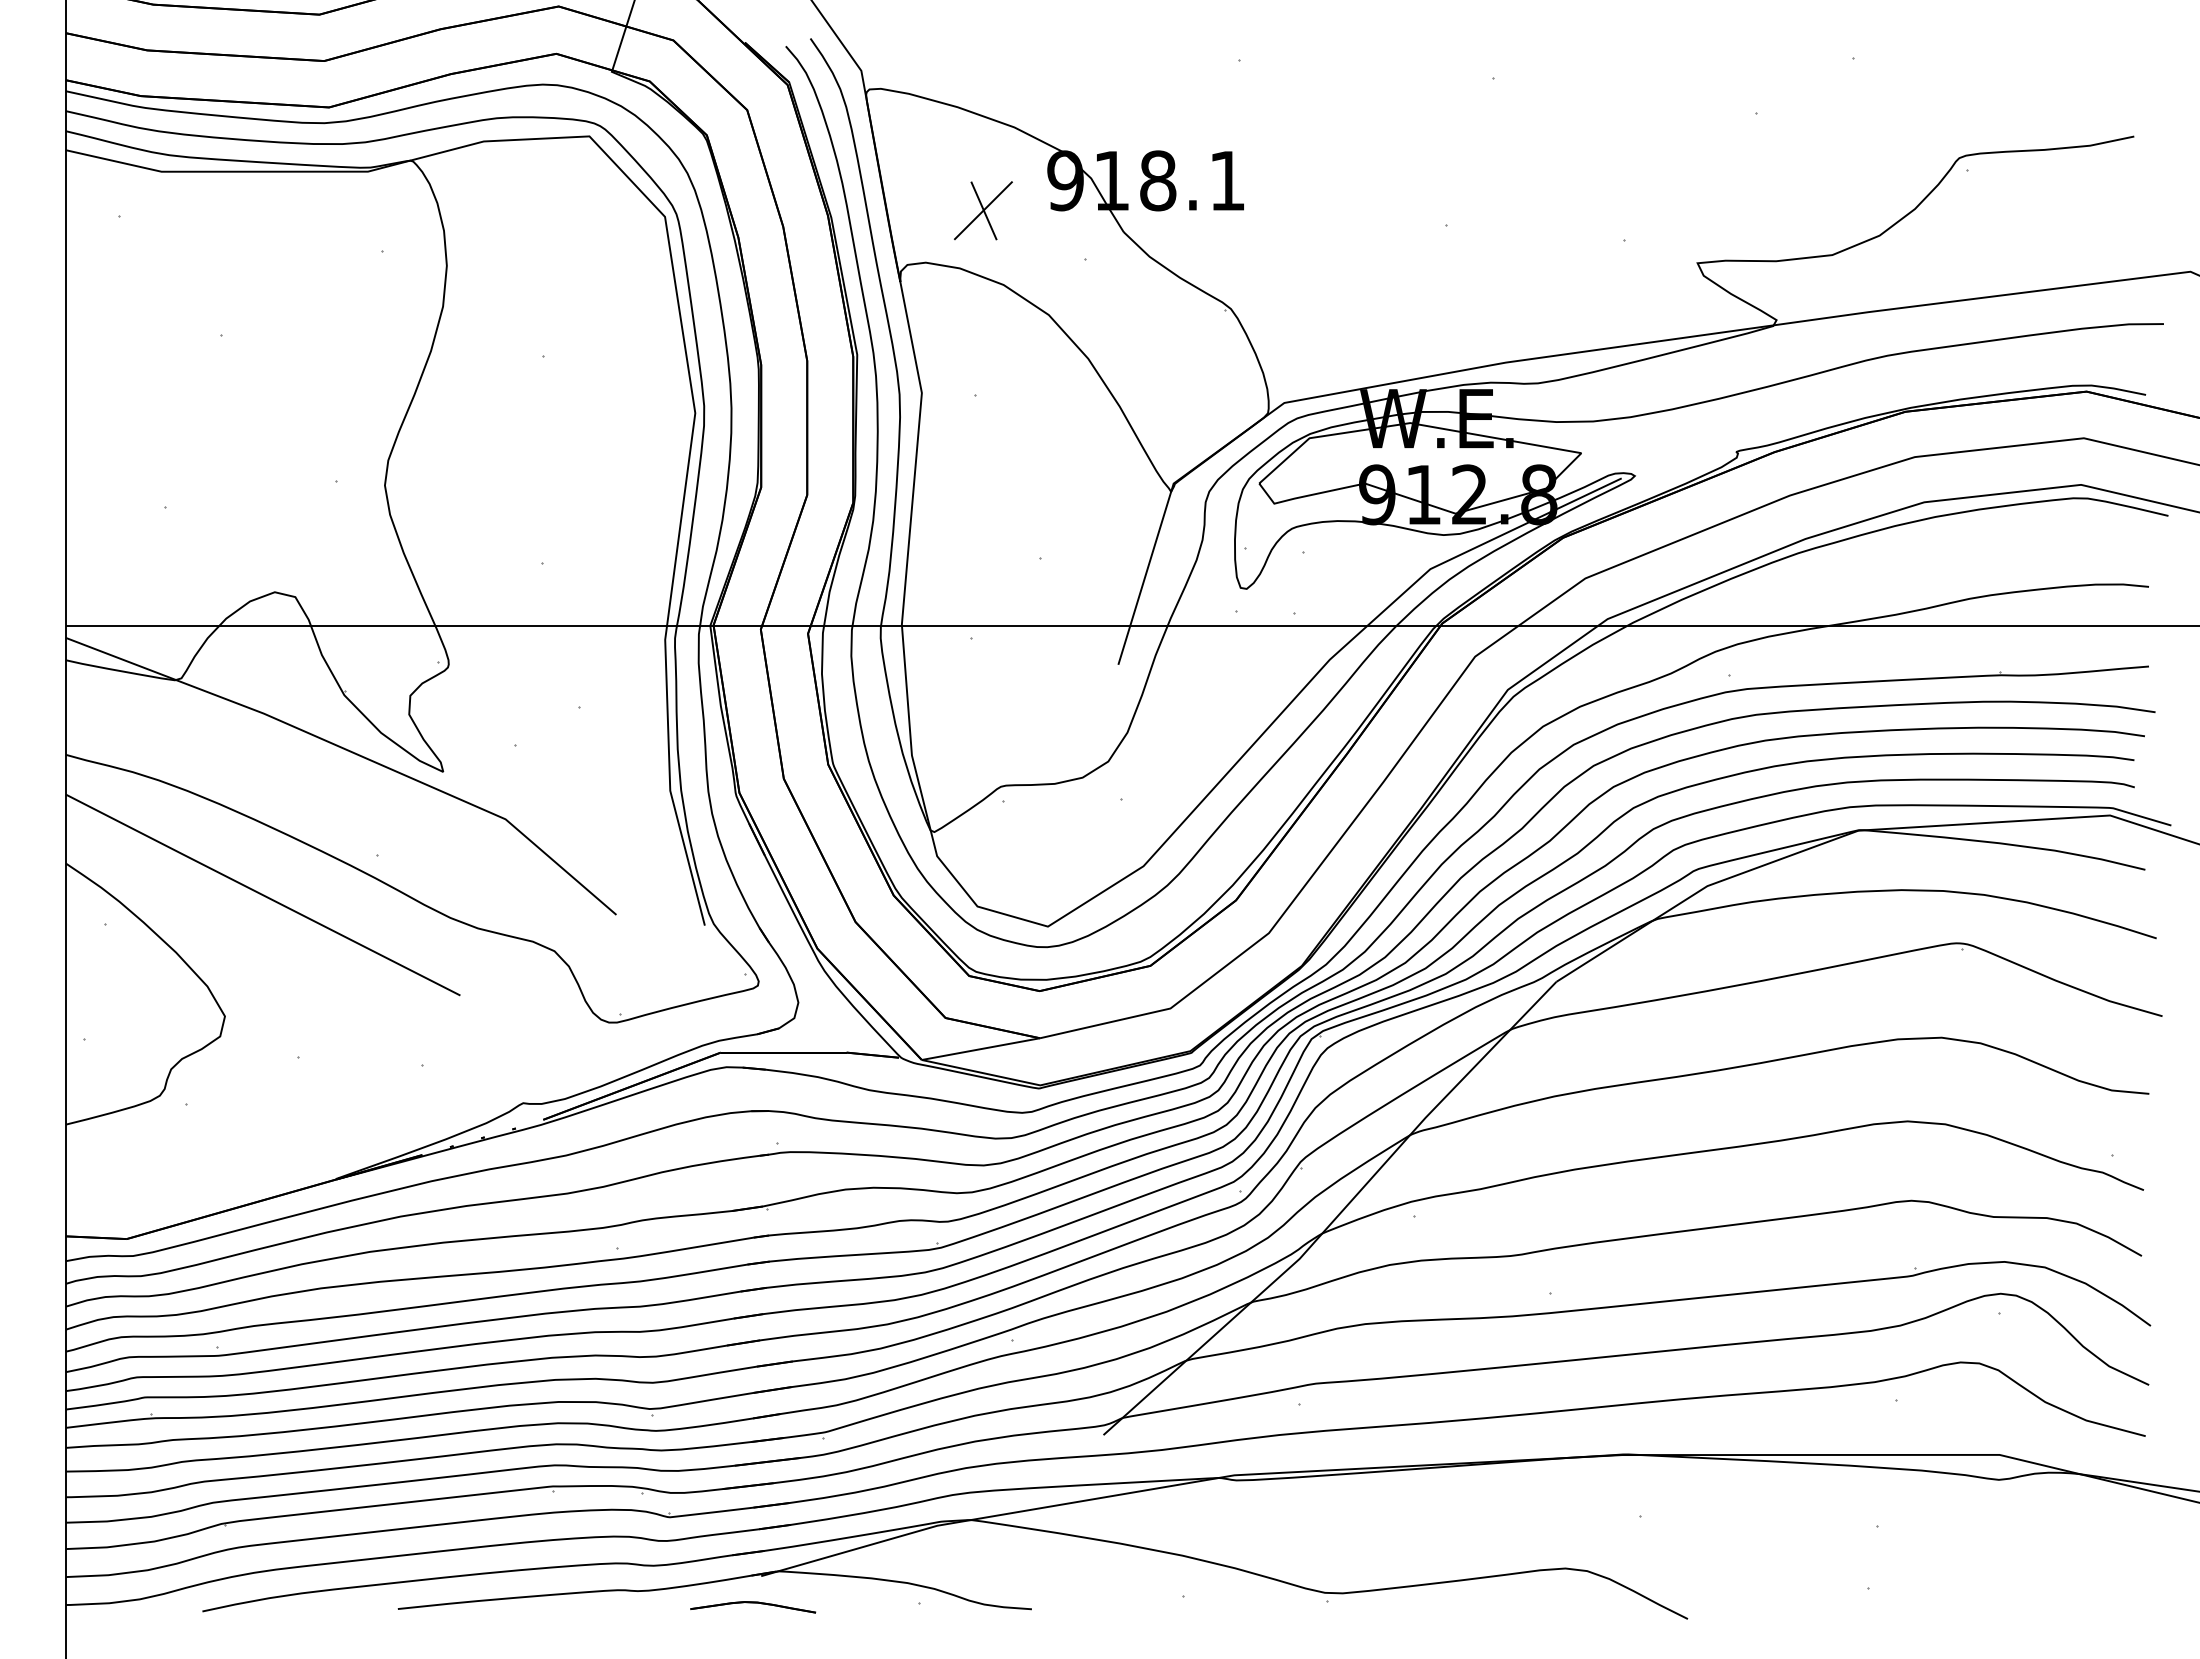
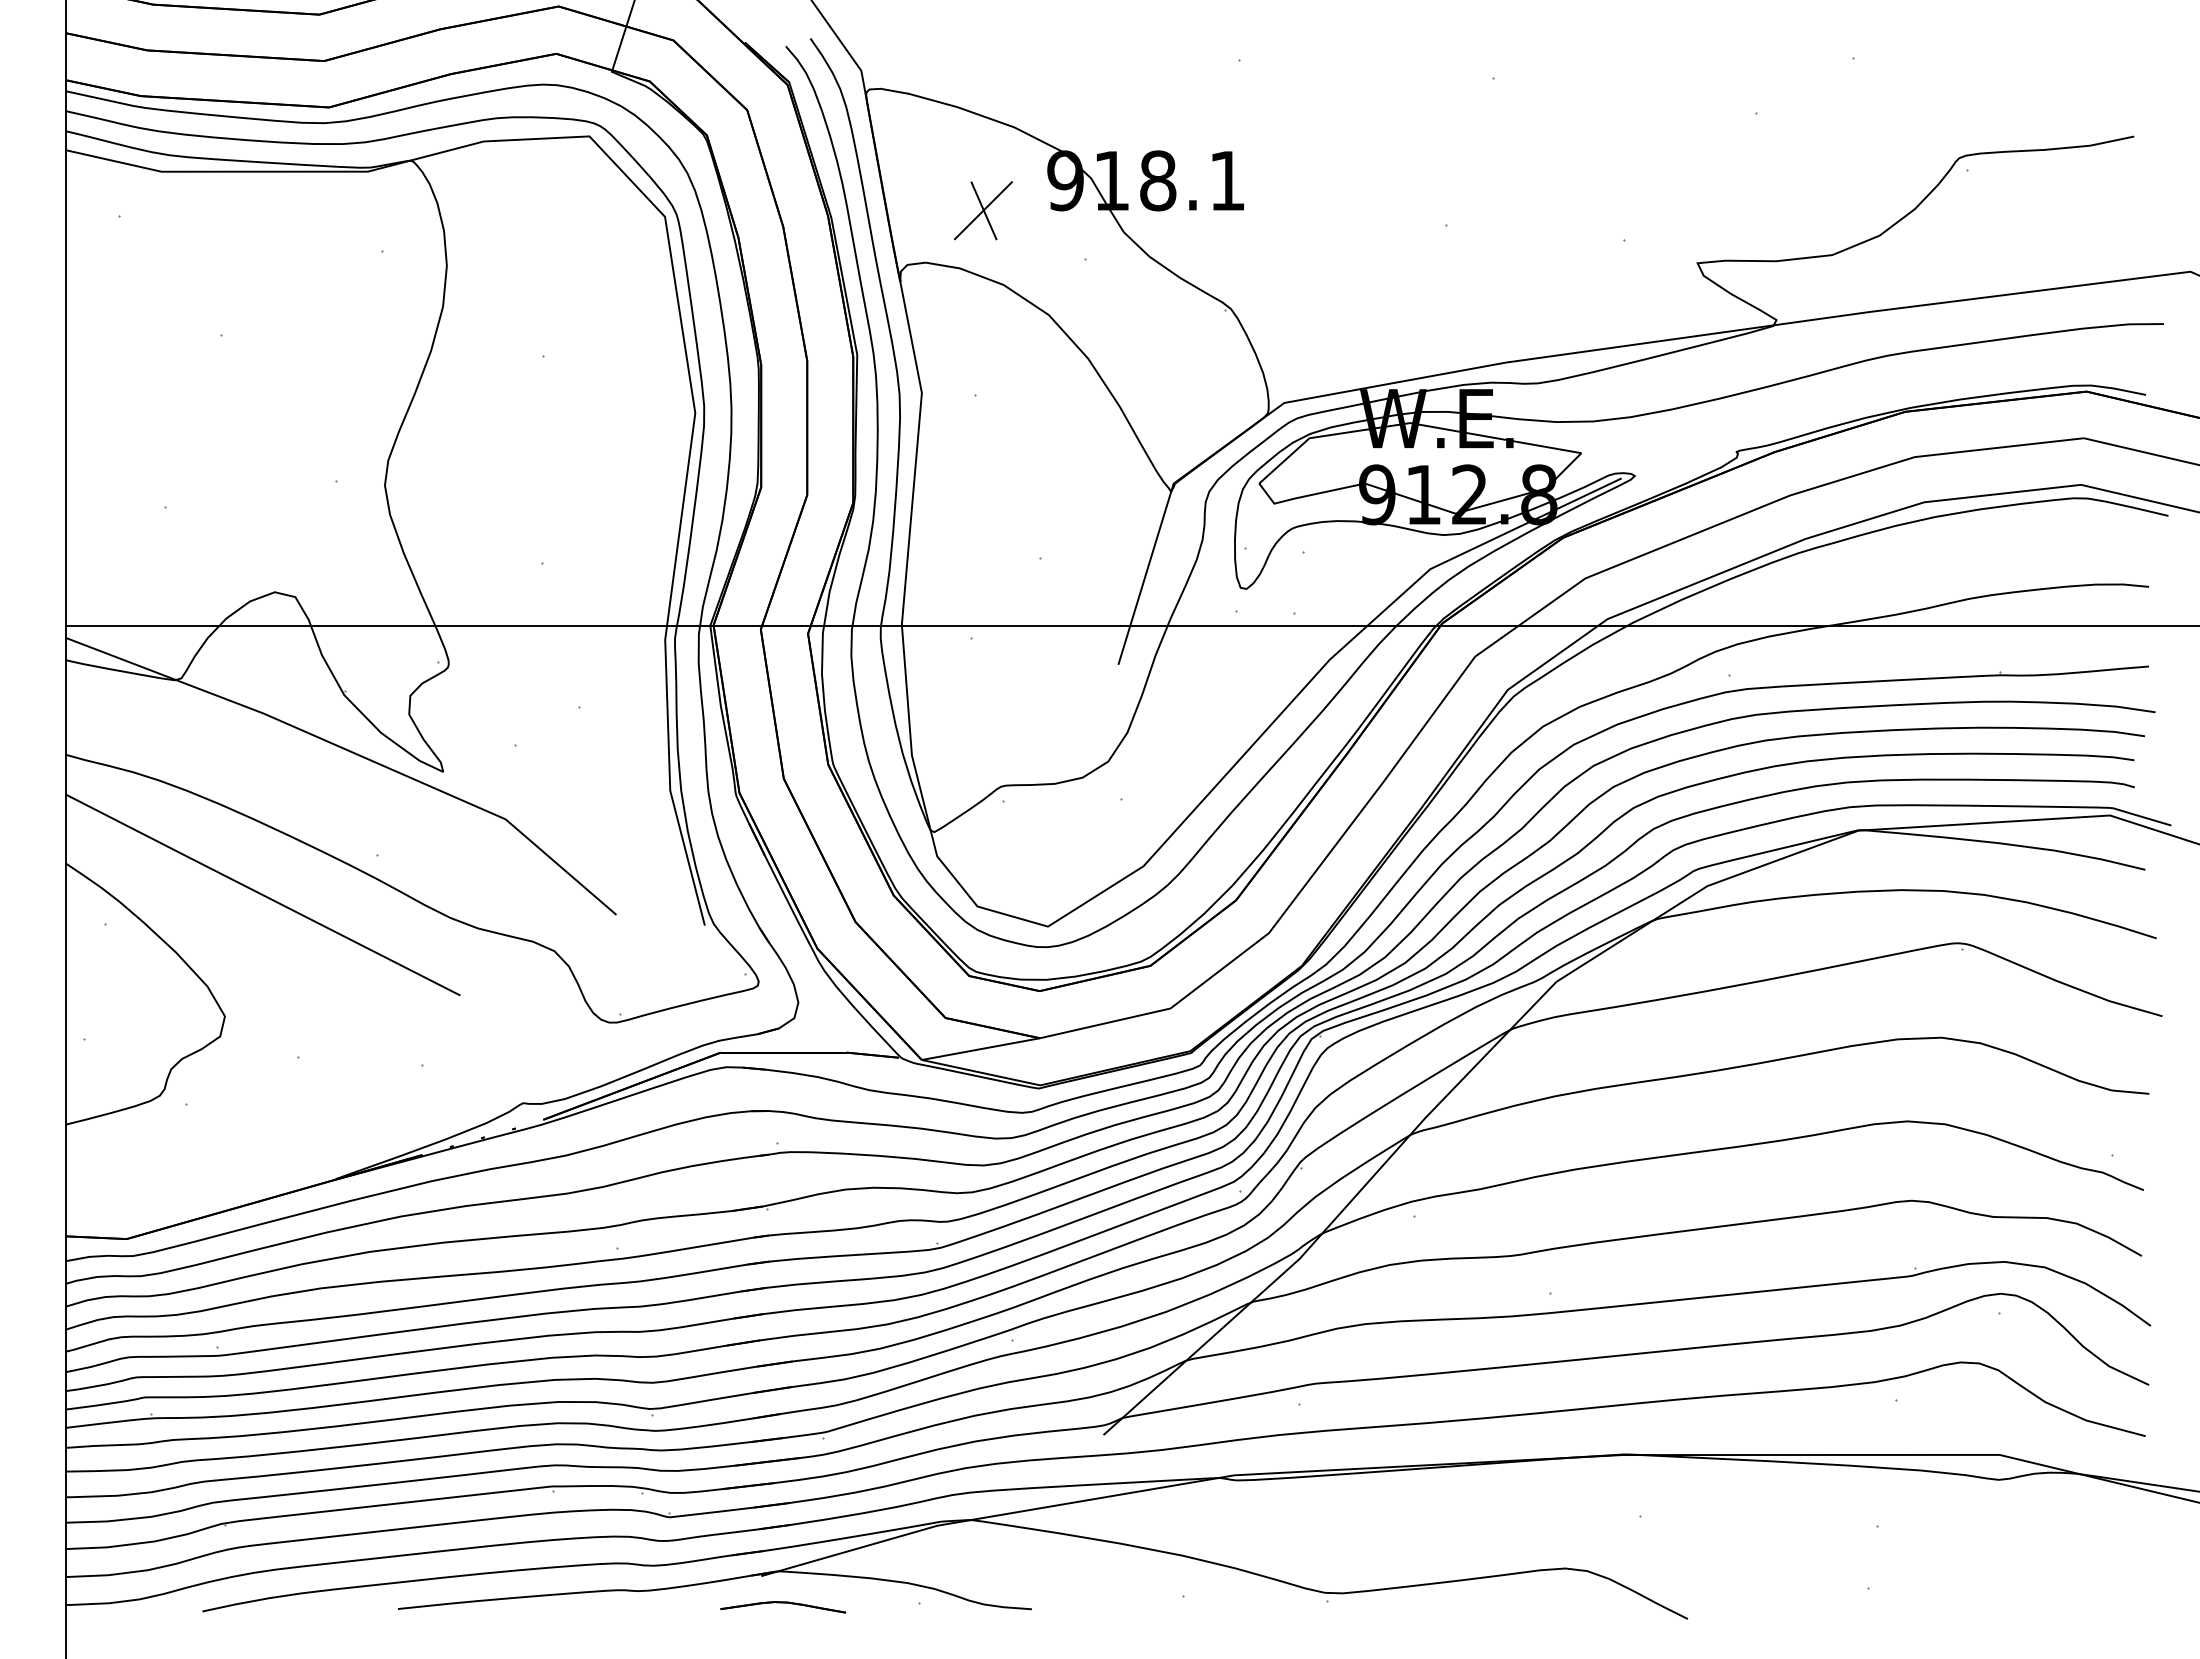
part at (753, 1607) position: (753, 1607) -> (783, 1607)
